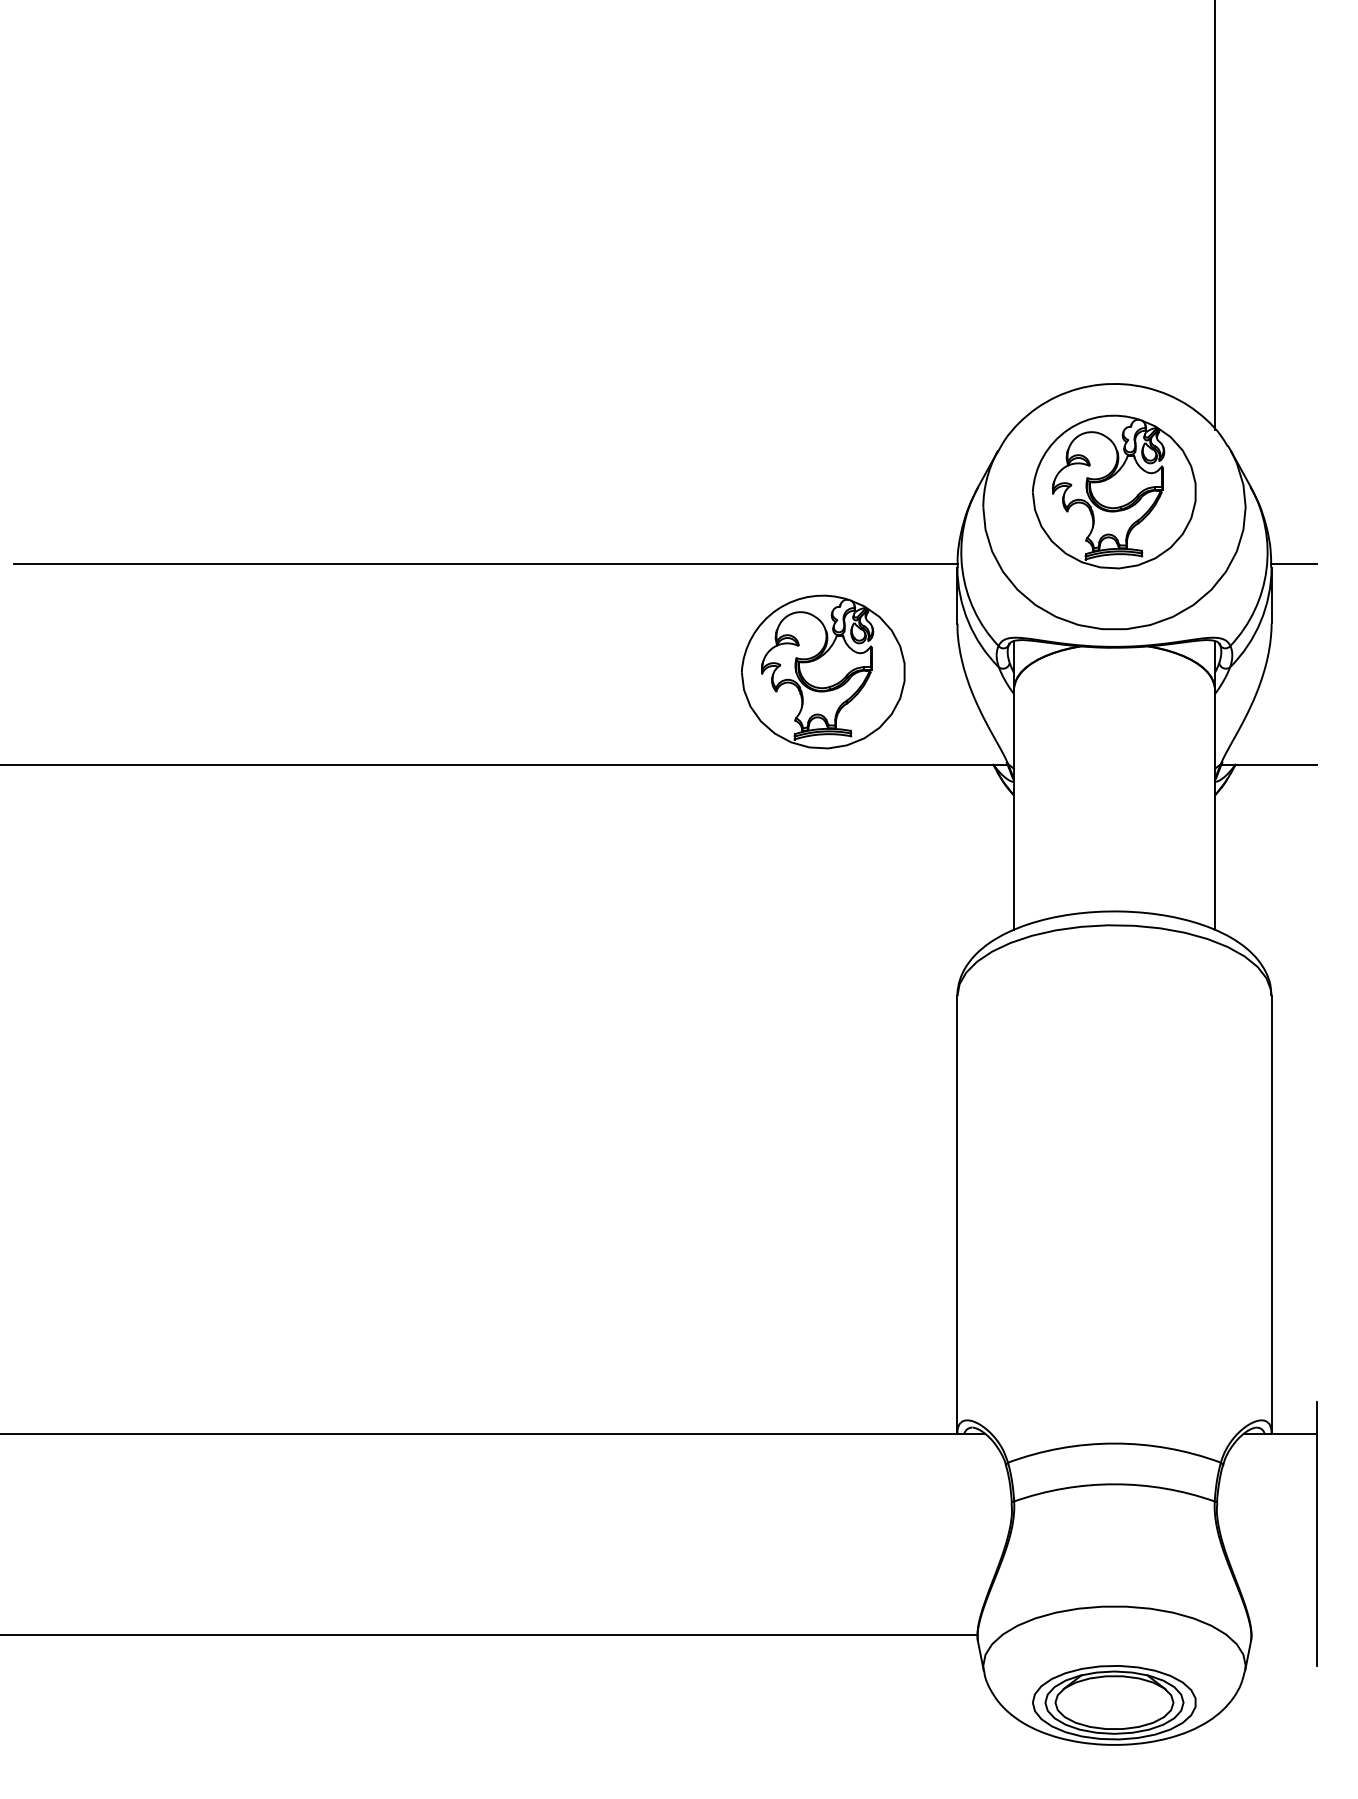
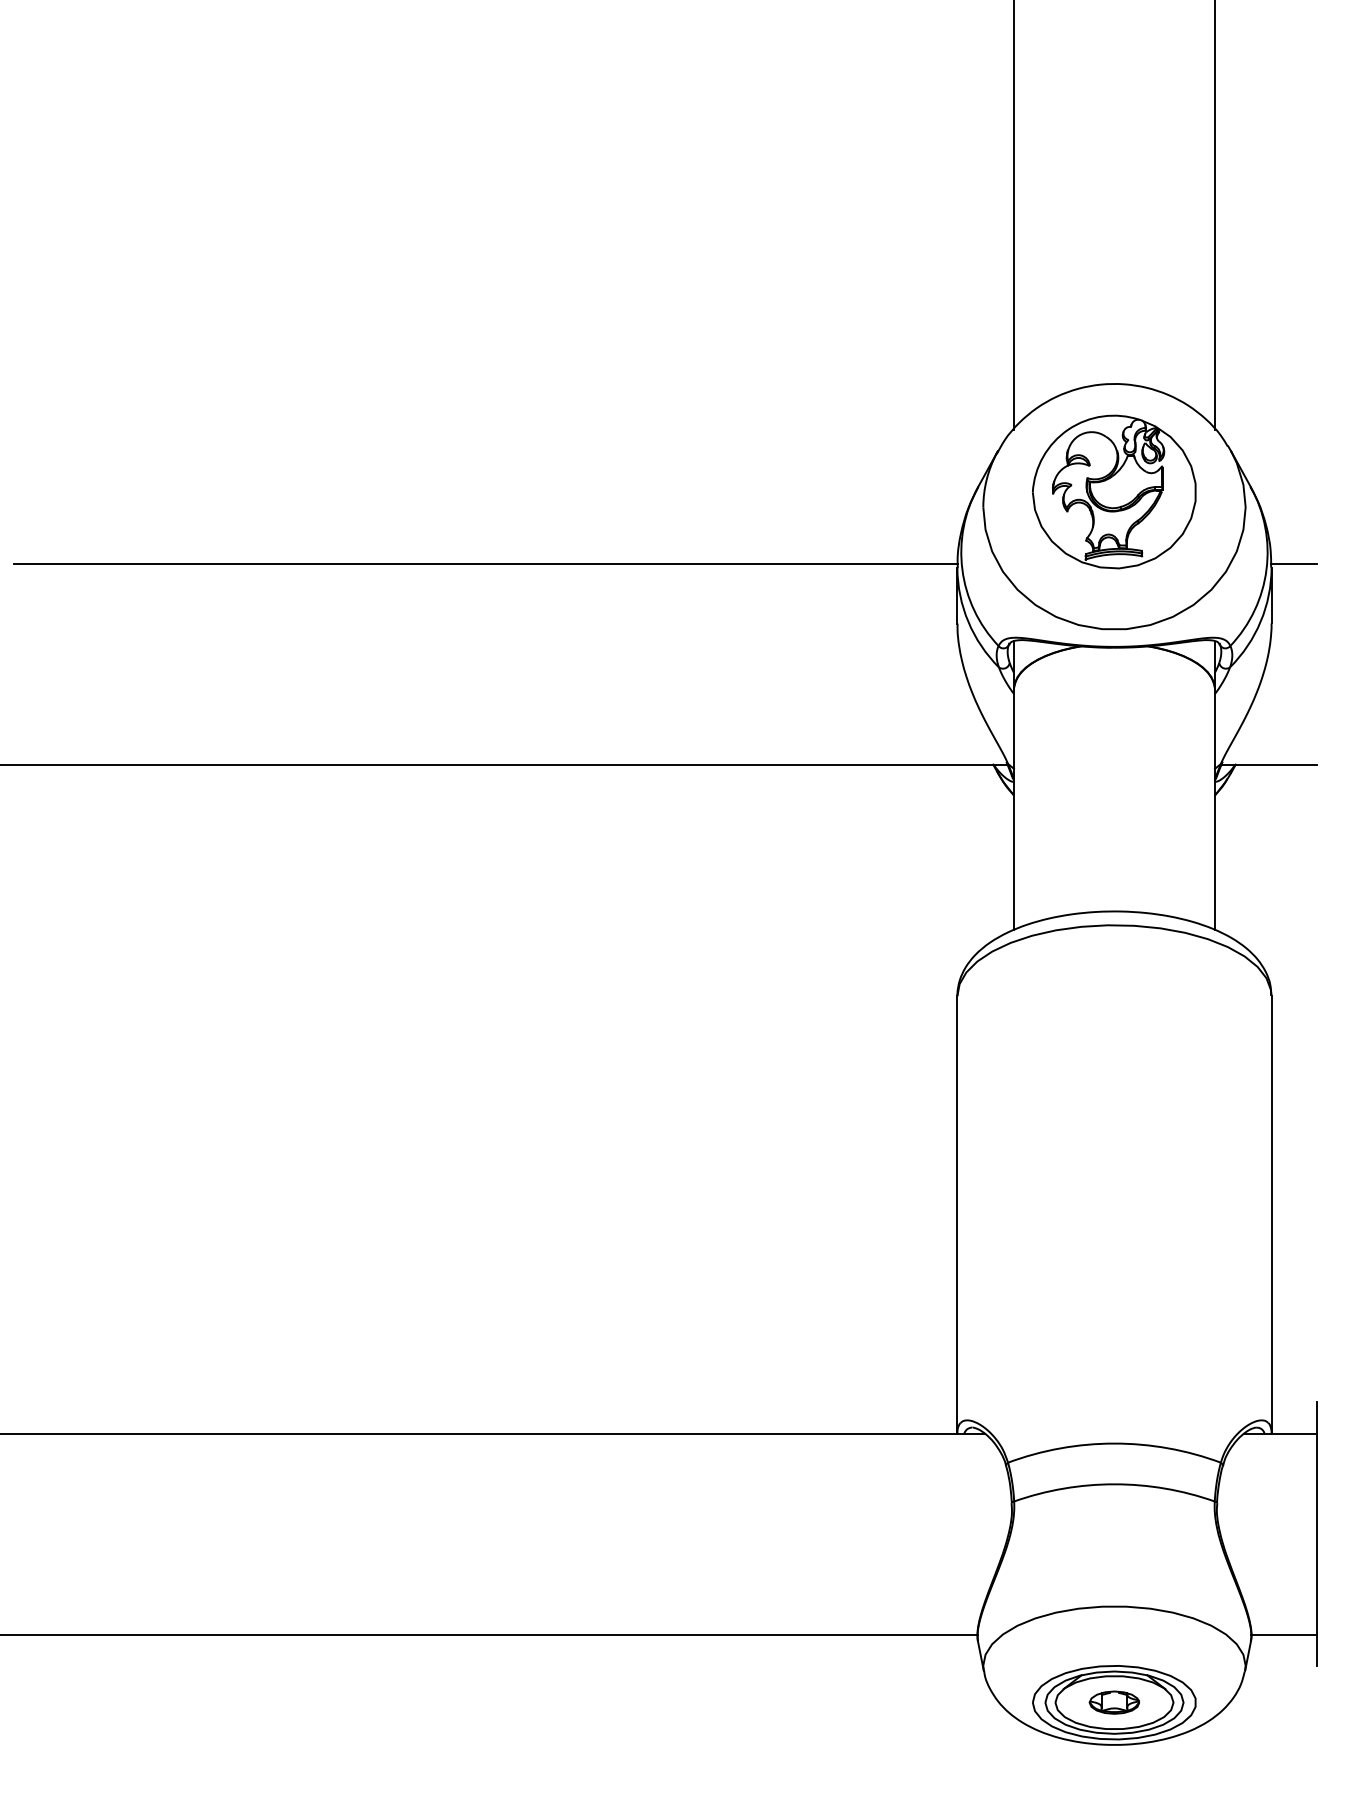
line at (1013, 215): none -> present
part at (823, 671): present -> none
line at (1284, 1634): none -> present
part at (1113, 1702): none -> present
